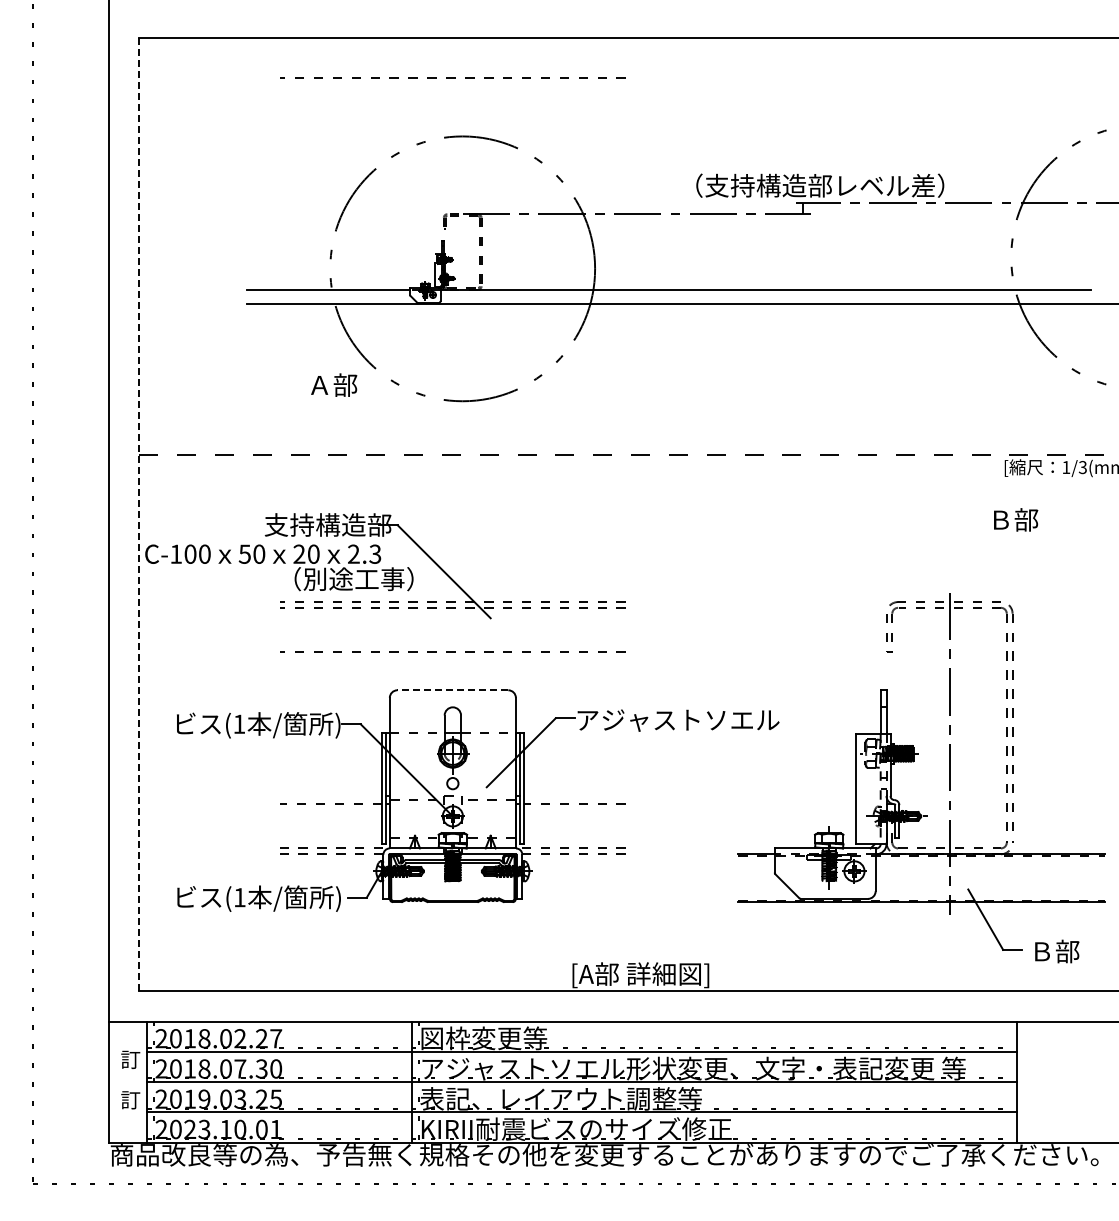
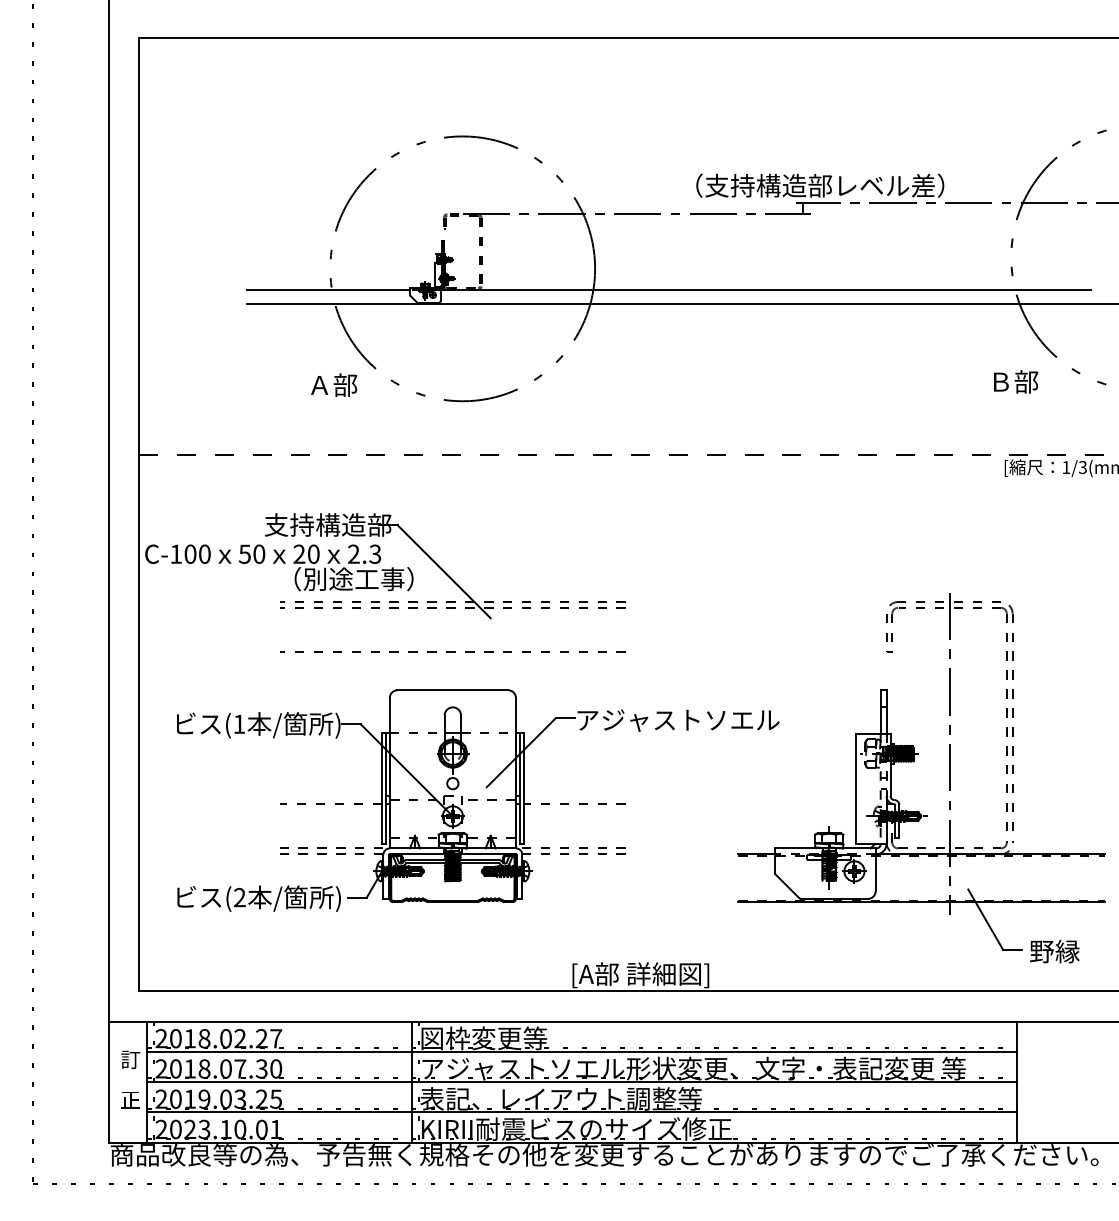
line at (452, 77): present -> none
line at (139, 514): dashed -> solid
text at (1016, 519) position: (1016, 519) -> (1016, 381)
line at (452, 690): dashed -> solid
text at (239, 897): (1 -> (2
text at (1054, 951): Ｂ部 -> 野縁
text at (130, 1100): 訂 -> 正
